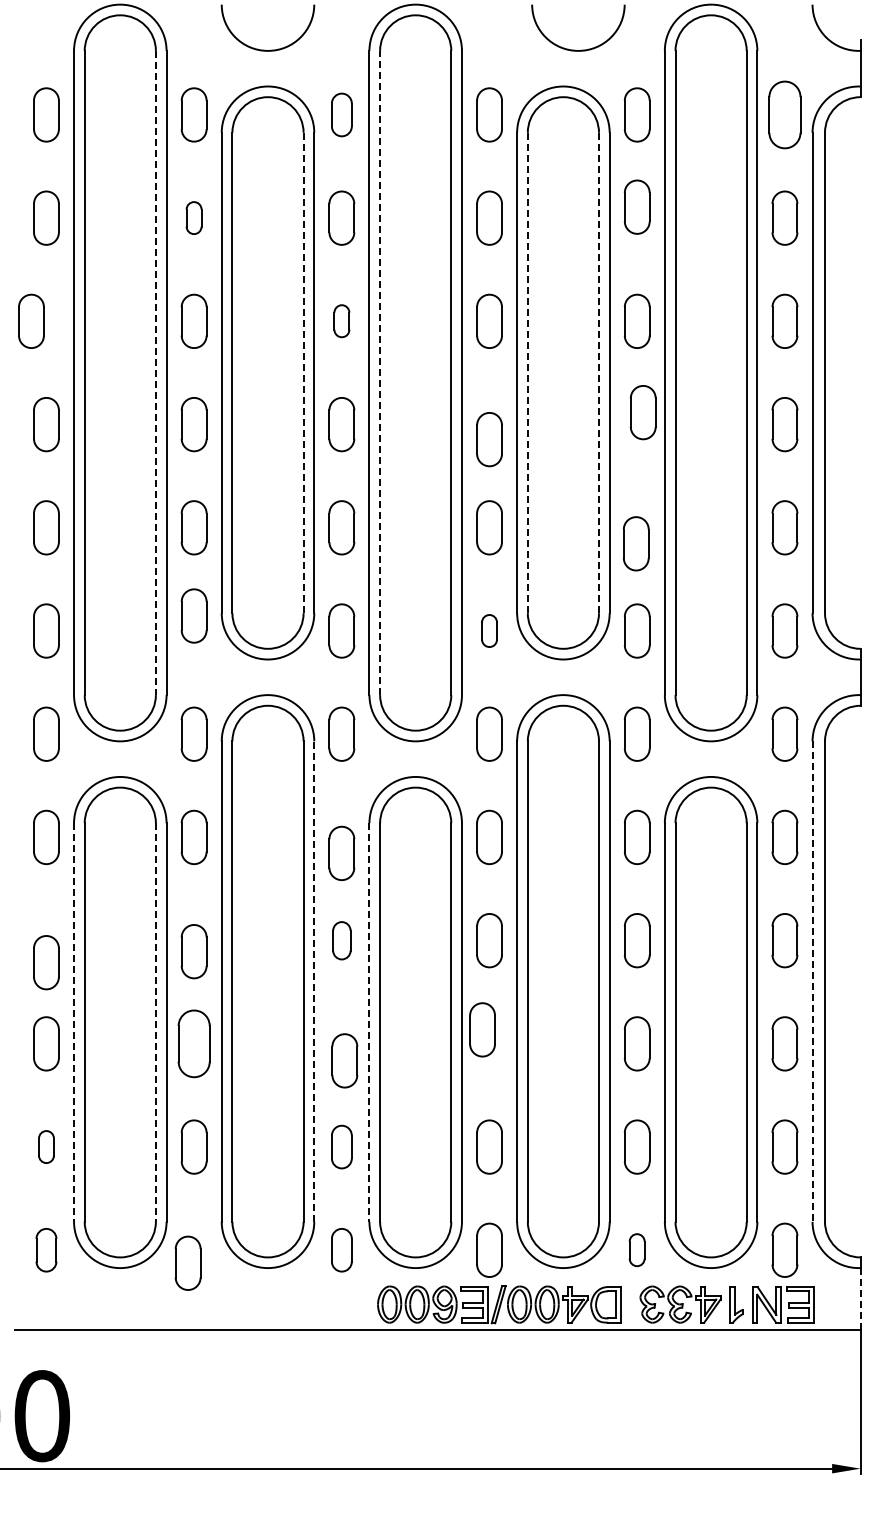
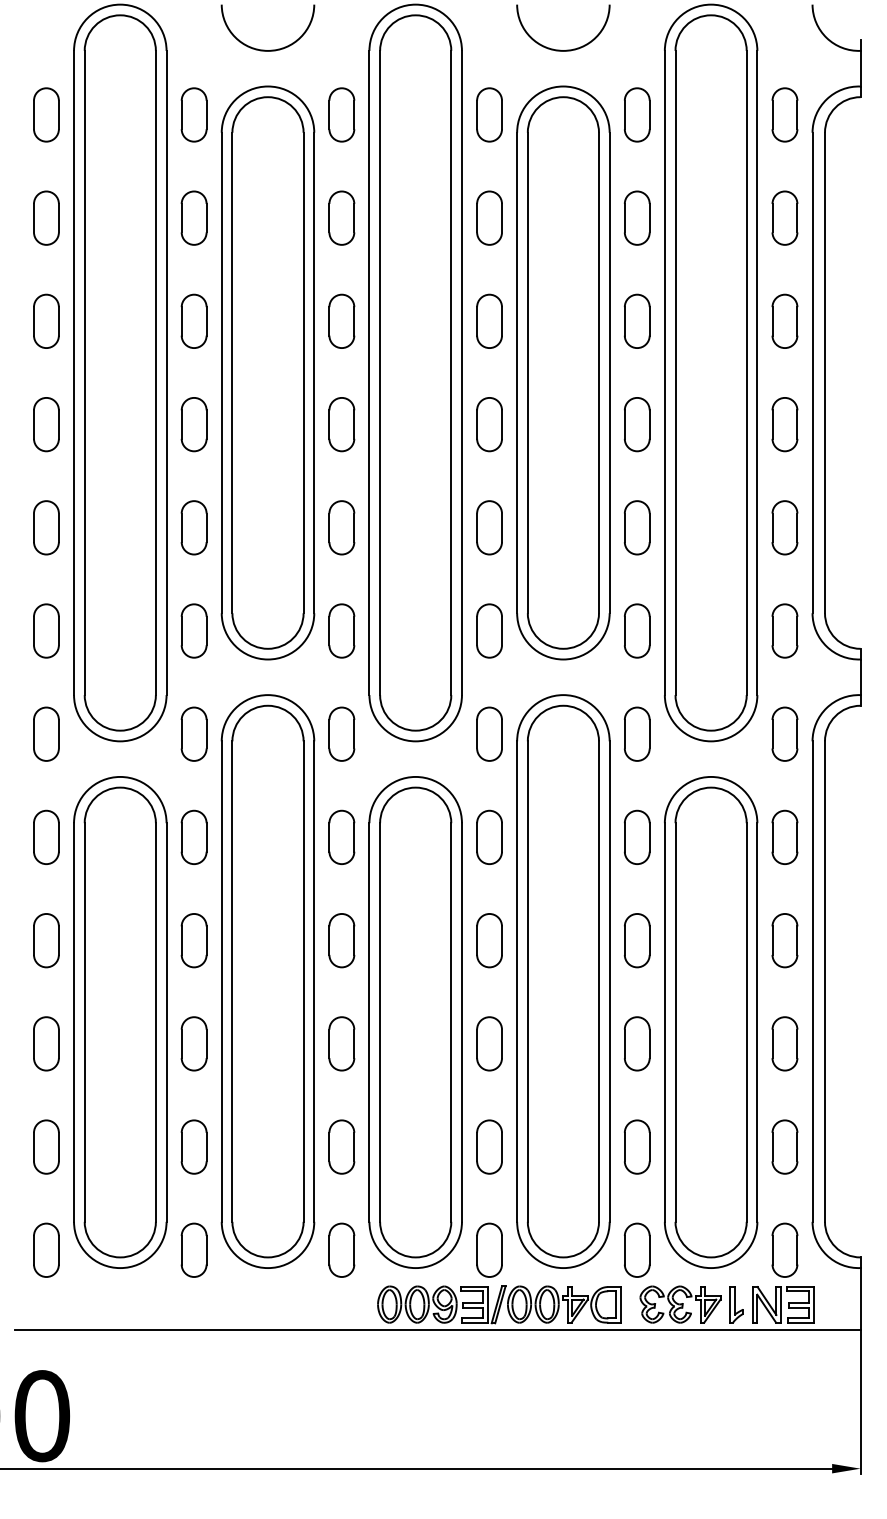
arc at (575, 49) position: (575, 49) -> (560, 49)
part at (341, 114) size: 22x46 px -> 28x56 px
part at (784, 114) size: 34x70 px -> 28x56 px
part at (636, 206) position: (636, 206) -> (636, 217)
part at (193, 217) size: 18x34 px -> 28x56 px
part at (31, 320) position: (31, 320) -> (46, 320)
part at (341, 321) size: 18x35 px -> 28x56 px
line at (380, 372): dashed -> solid
line at (527, 372): dashed -> solid
line at (155, 373): dashed -> solid
line at (303, 373): dashed -> solid
line at (599, 373): dashed -> solid
part at (642, 412) position: (642, 412) -> (636, 424)
part at (489, 439) position: (489, 439) -> (489, 424)
part at (635, 543) position: (635, 543) -> (636, 527)
part at (193, 615) position: (193, 615) -> (193, 630)
part at (489, 630) size: 17x34 px -> 27x56 px
part at (341, 852) position: (341, 852) -> (341, 836)
part at (341, 940) size: 20x40 px -> 28x56 px
part at (193, 951) position: (193, 951) -> (193, 940)
part at (46, 962) position: (46, 962) -> (46, 940)
line at (314, 981): dashed -> solid
line at (812, 982): dashed -> solid
line at (74, 1023): dashed -> solid
line at (155, 1023): dashed -> solid
line at (369, 1023): dashed -> solid
part at (482, 1029) position: (482, 1029) -> (489, 1043)
part at (193, 1043) size: 34x70 px -> 28x56 px
part at (344, 1060) position: (344, 1060) -> (341, 1043)
part at (46, 1146) size: 17x34 px -> 27x56 px
part at (341, 1146) size: 22x46 px -> 28x56 px
part at (46, 1250) size: 23x45 px -> 27x56 px
part at (341, 1250) size: 22x45 px -> 28x56 px
part at (636, 1250) size: 18x35 px -> 28x56 px
part at (187, 1262) position: (187, 1262) -> (193, 1249)
line at (860, 1299): dashed -> solid
